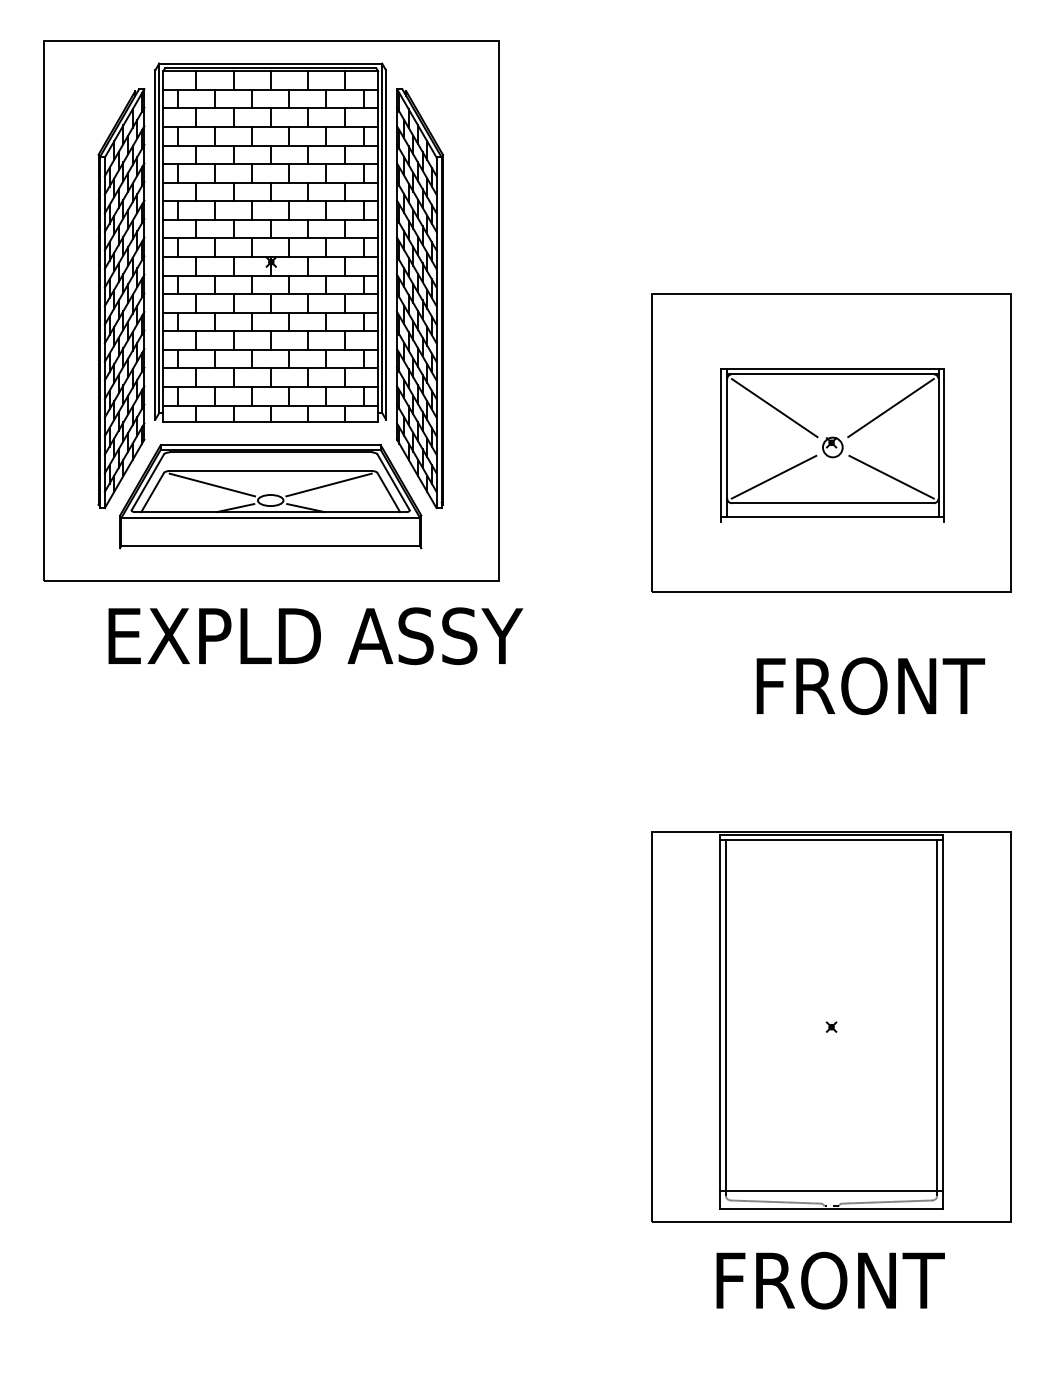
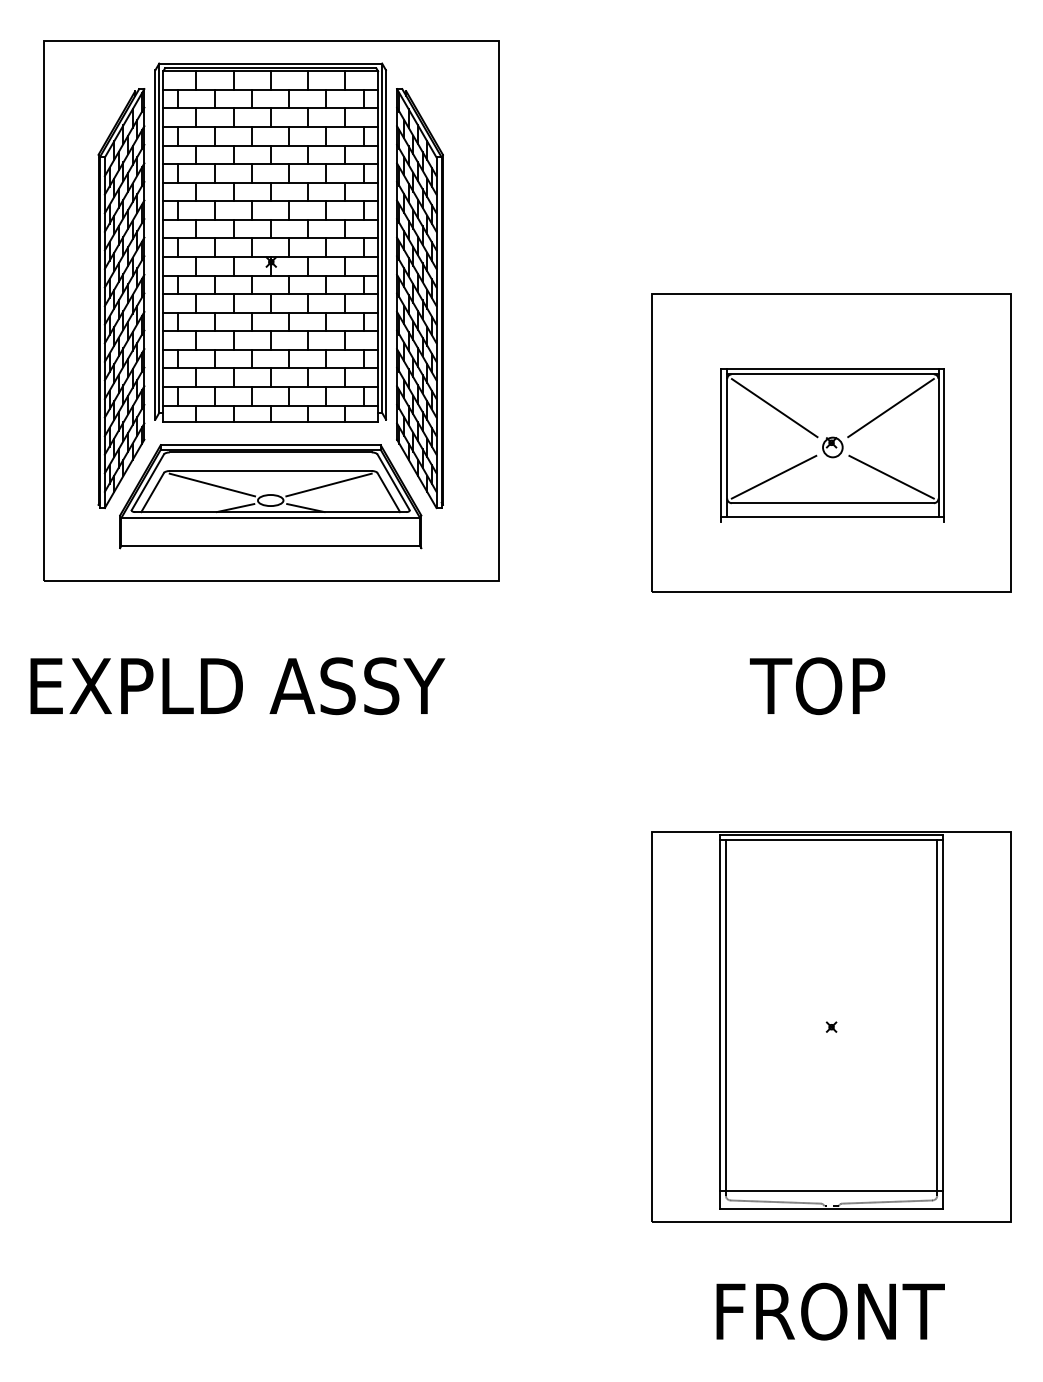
text at (315, 636) position: (315, 636) -> (237, 686)
text at (867, 686): FRONT -> TOP
text at (830, 1280) position: (830, 1280) -> (830, 1311)
